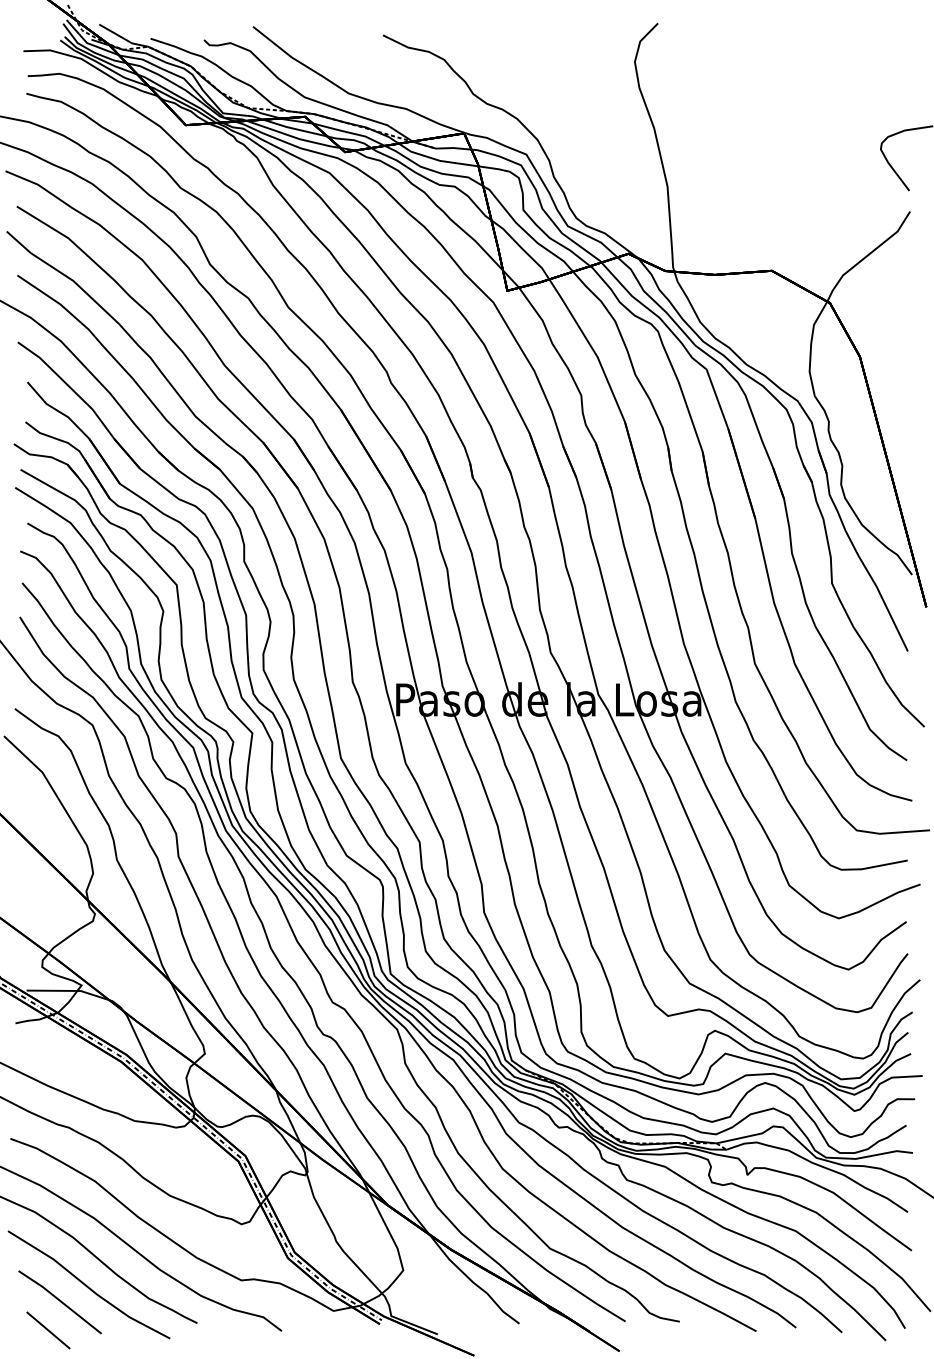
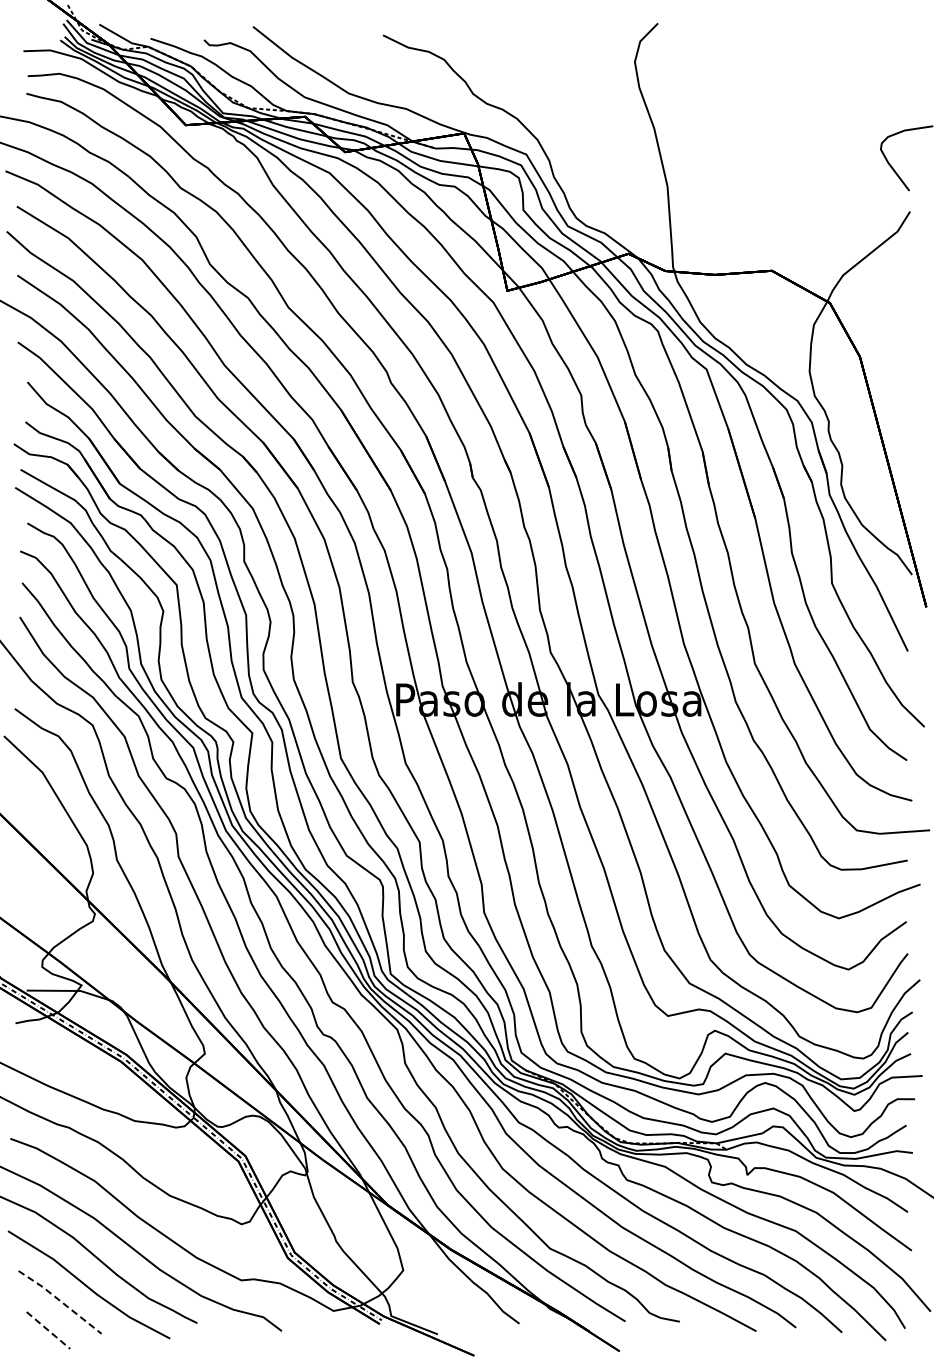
line at (60, 1301): solid -> dashed
line at (48, 1330): solid -> dashed
